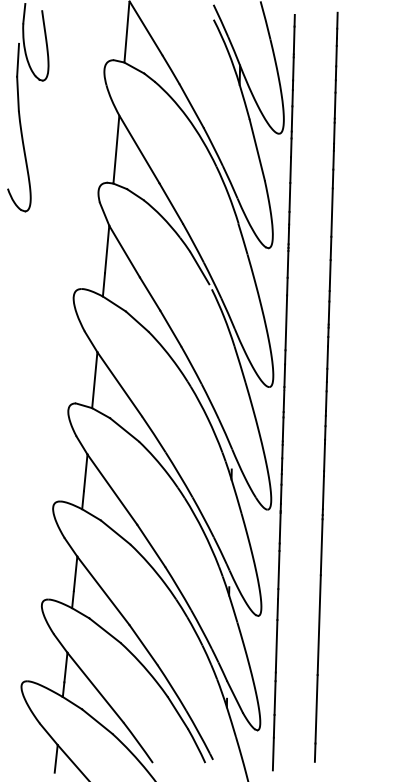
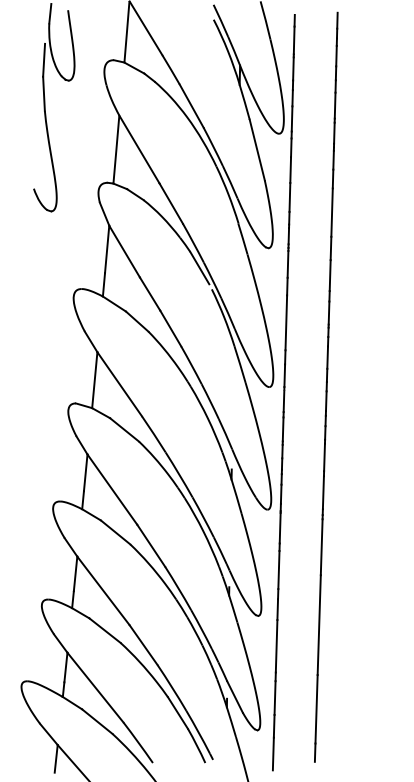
part at (19, 107) position: (19, 107) -> (45, 107)
